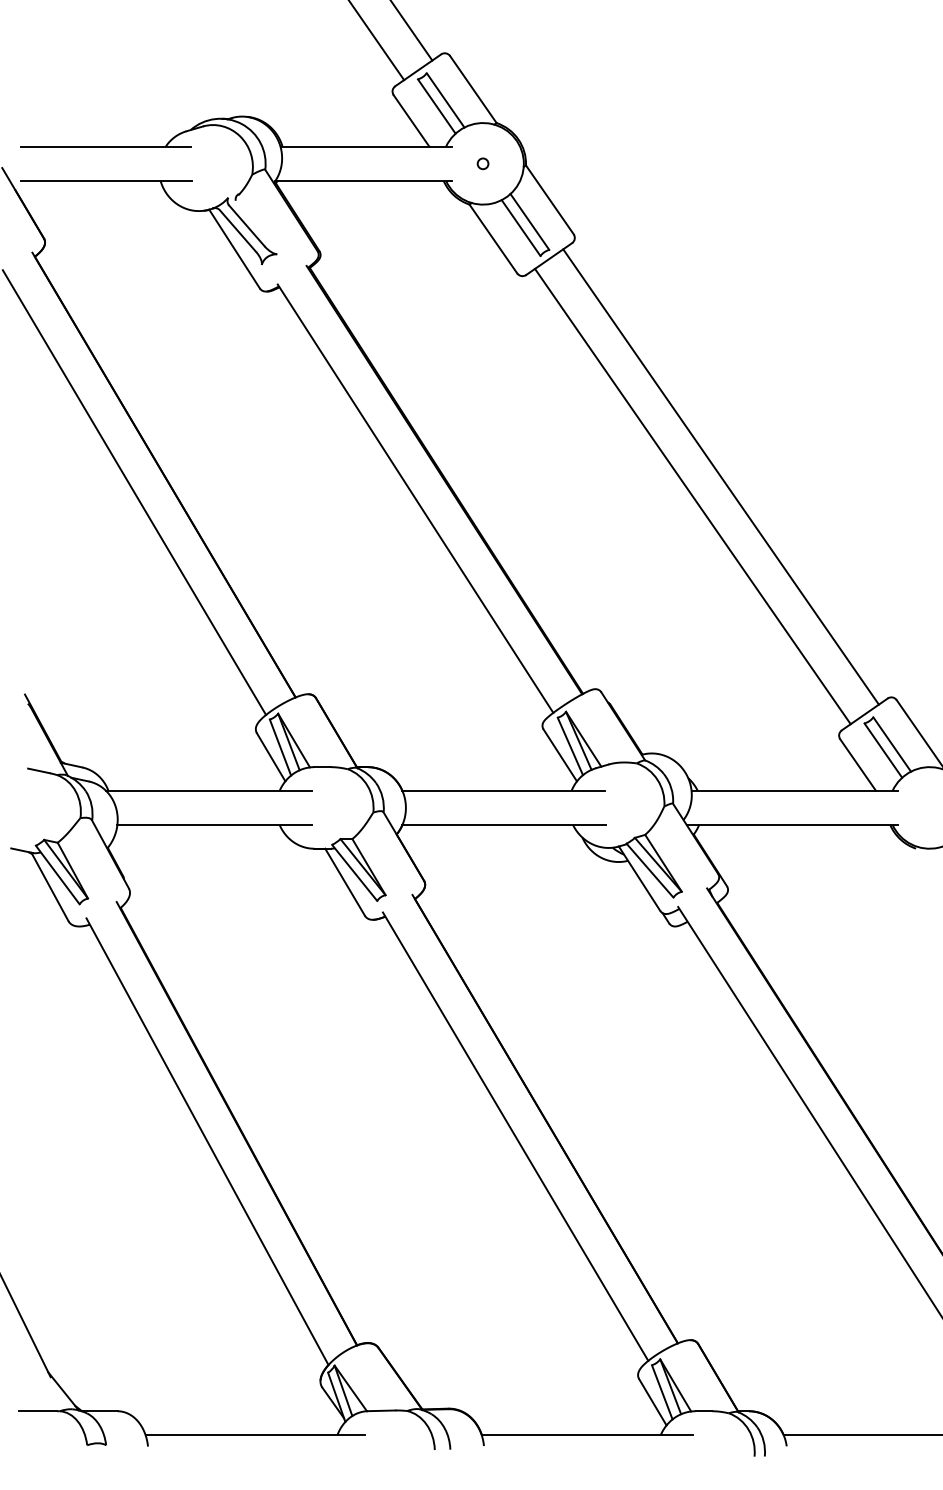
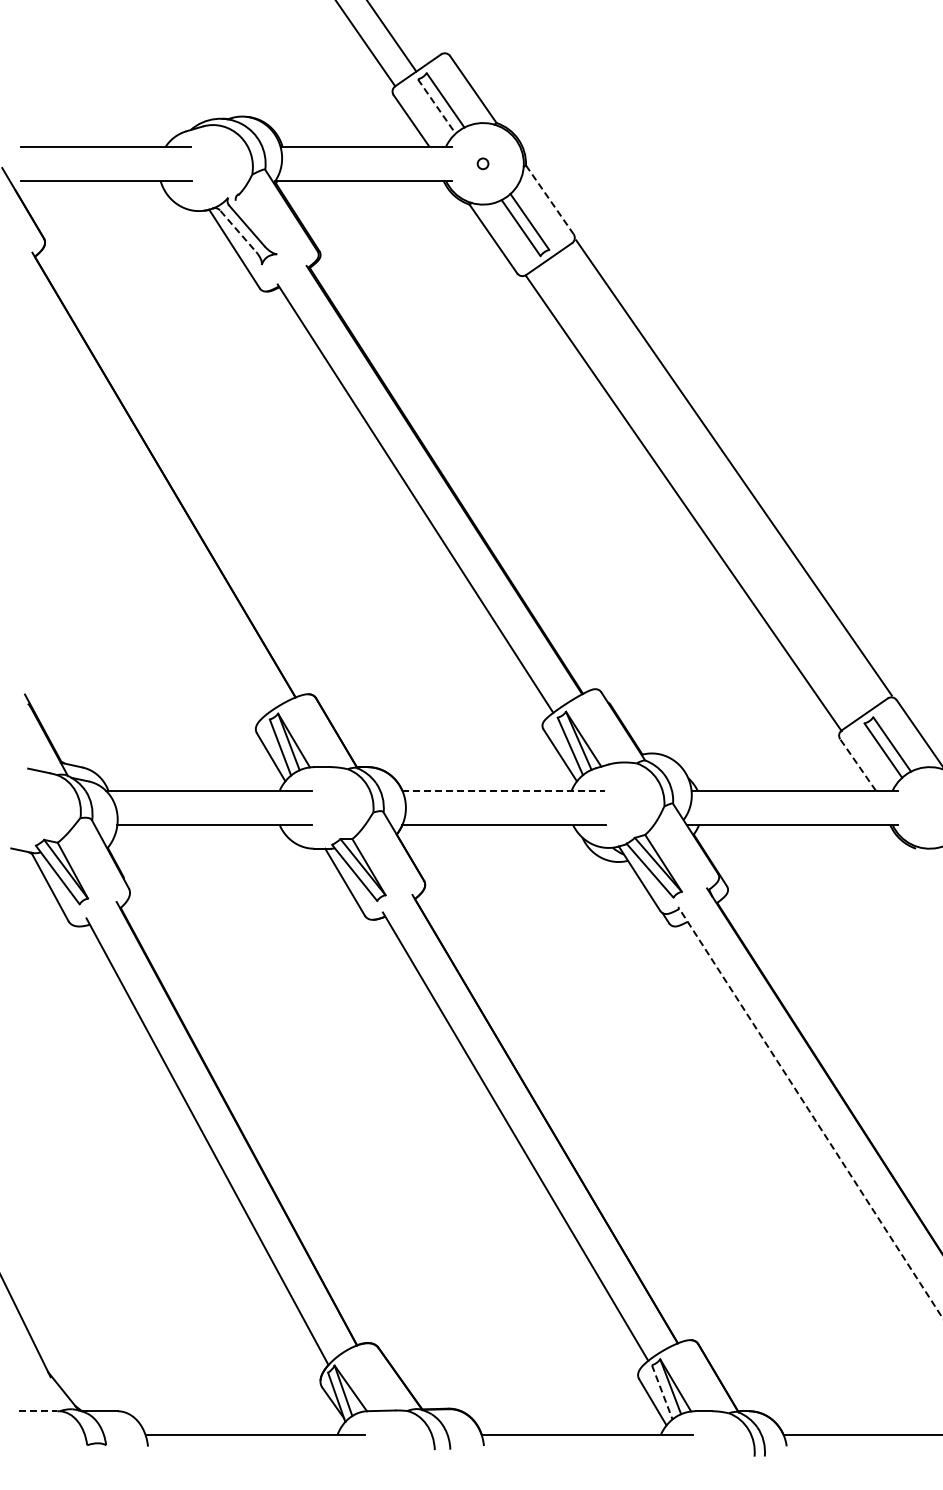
line at (411, 31) position: (411, 31) -> (392, 36)
line at (377, 41) position: (377, 41) -> (366, 44)
line at (437, 106): solid -> dashed
line at (549, 199): solid -> dashed
line at (238, 231): solid -> dashed
line at (720, 476) position: (720, 476) -> (733, 467)
line at (134, 492): present -> none
line at (692, 496) position: (692, 496) -> (683, 503)
line at (857, 764): solid -> dashed
line at (504, 790): solid -> dashed
line at (810, 1112): solid -> dashed
line at (662, 1392): solid -> dashed
line at (38, 1411): solid -> dashed
